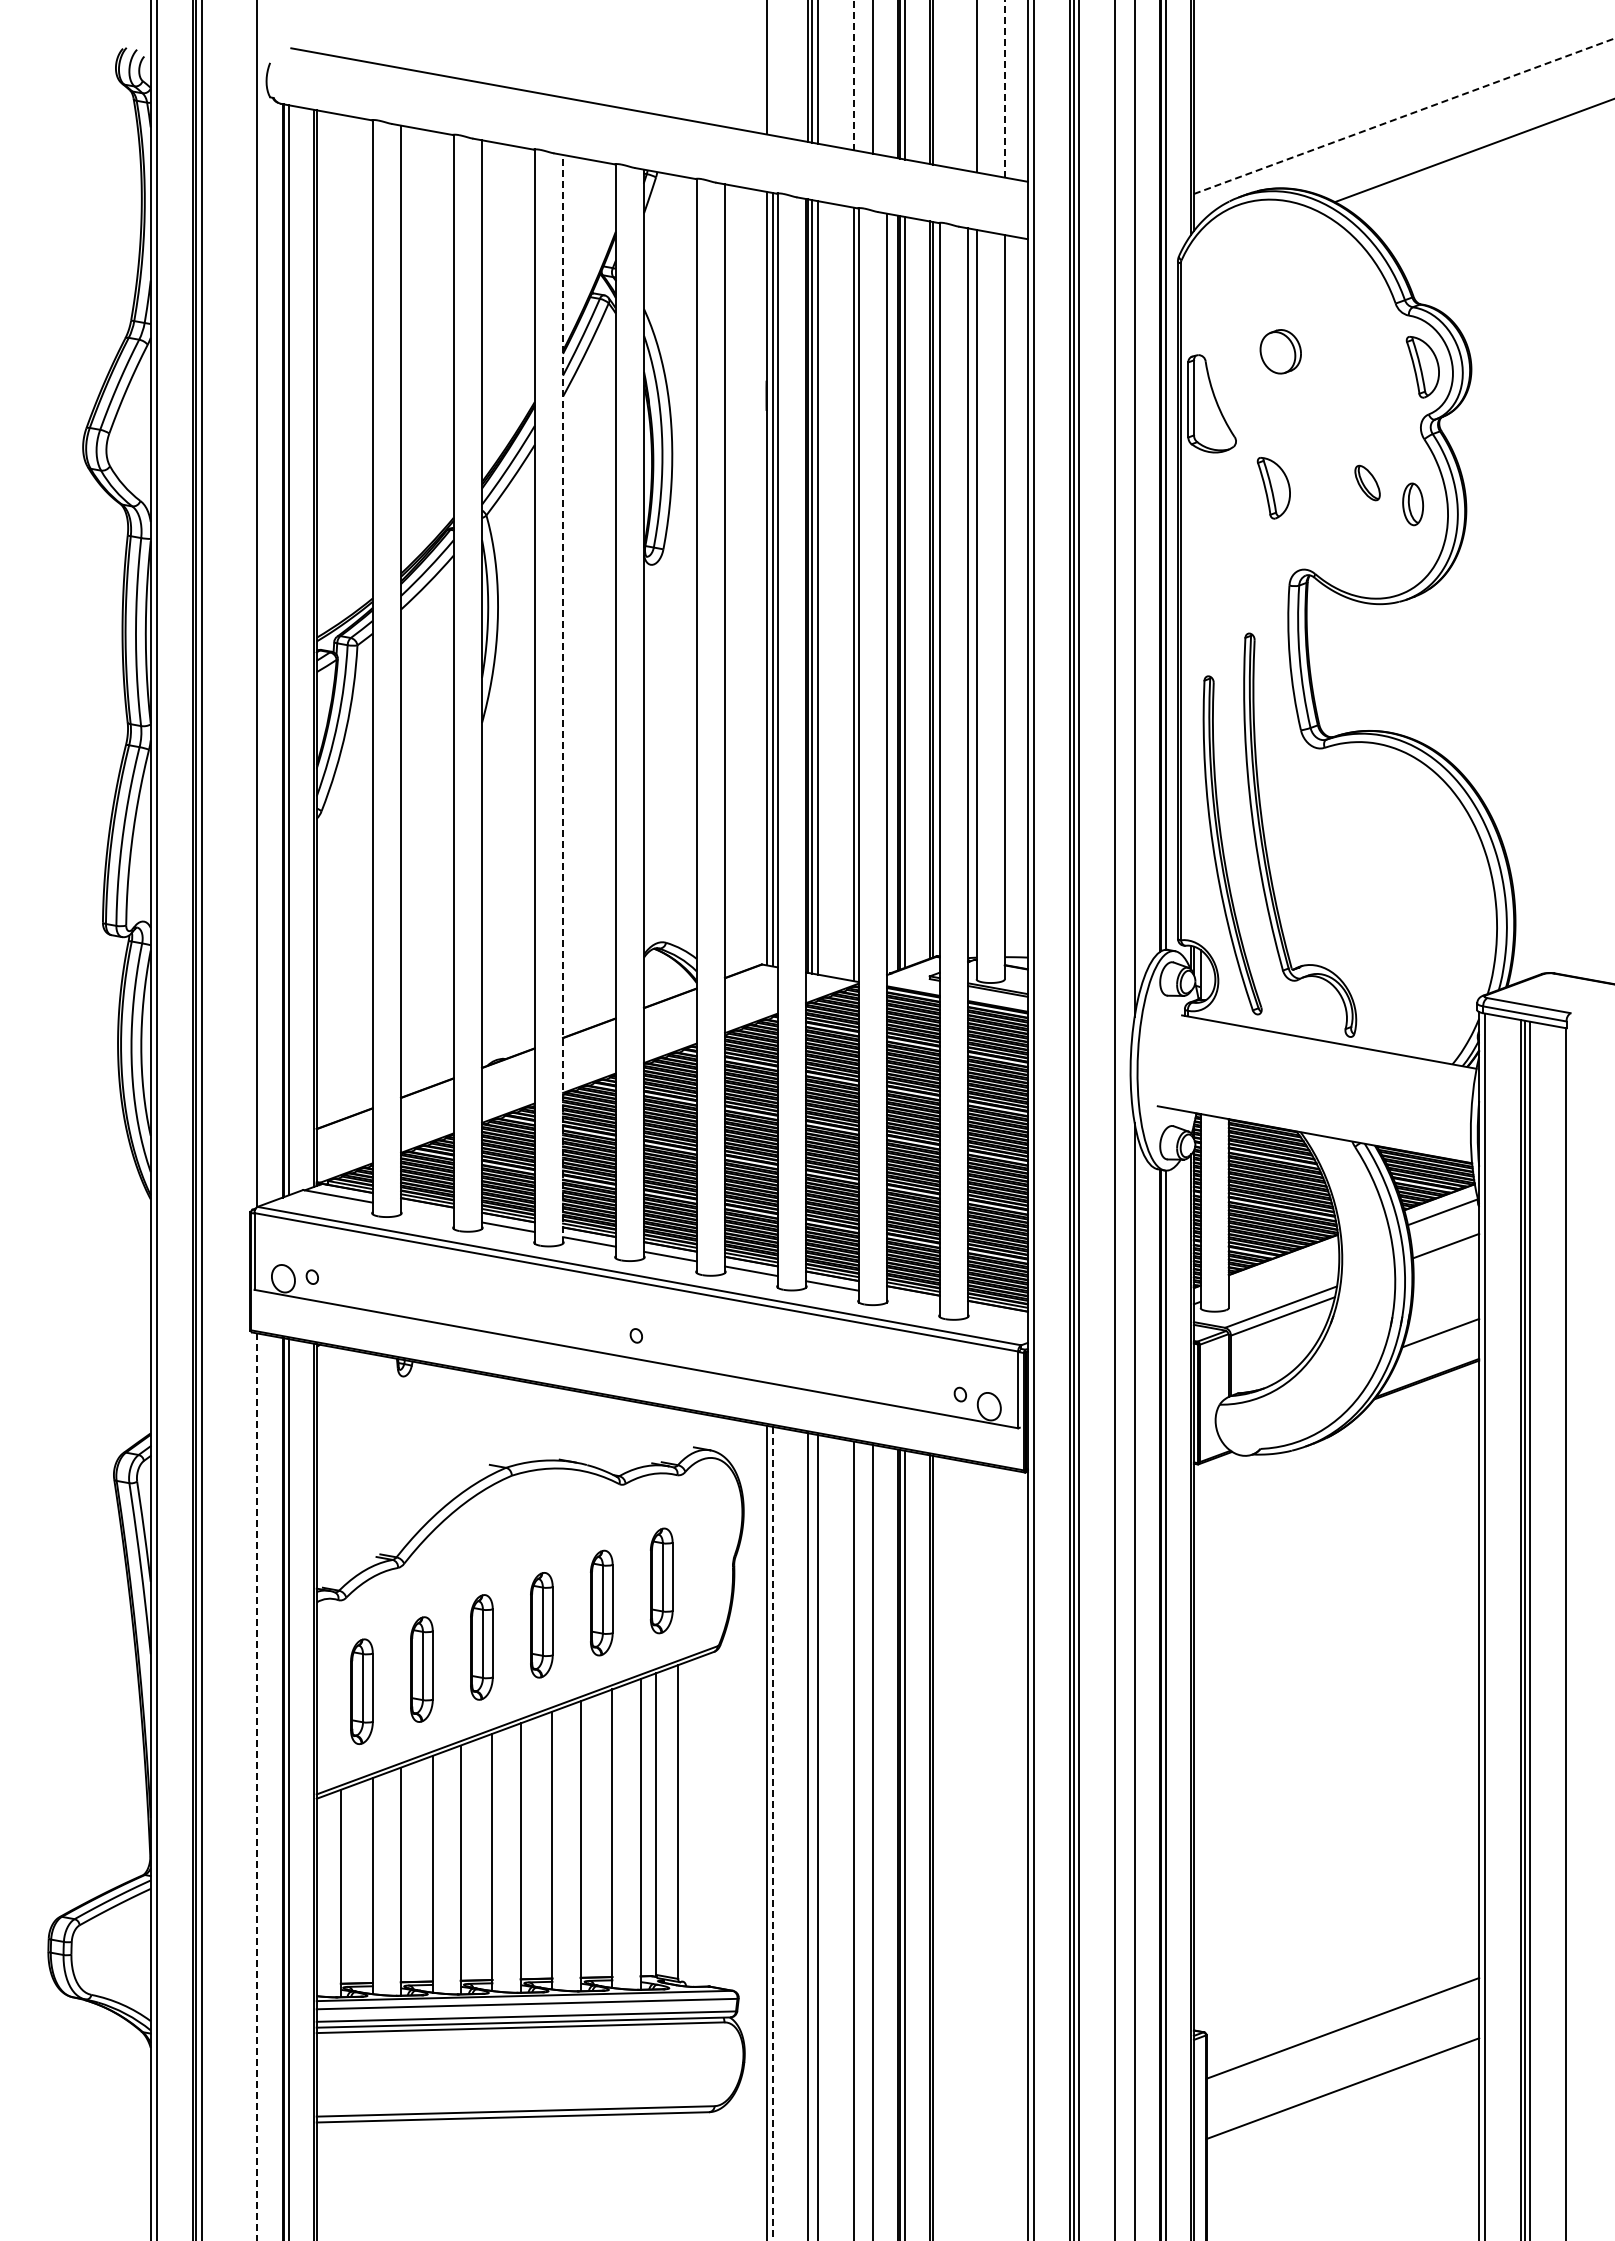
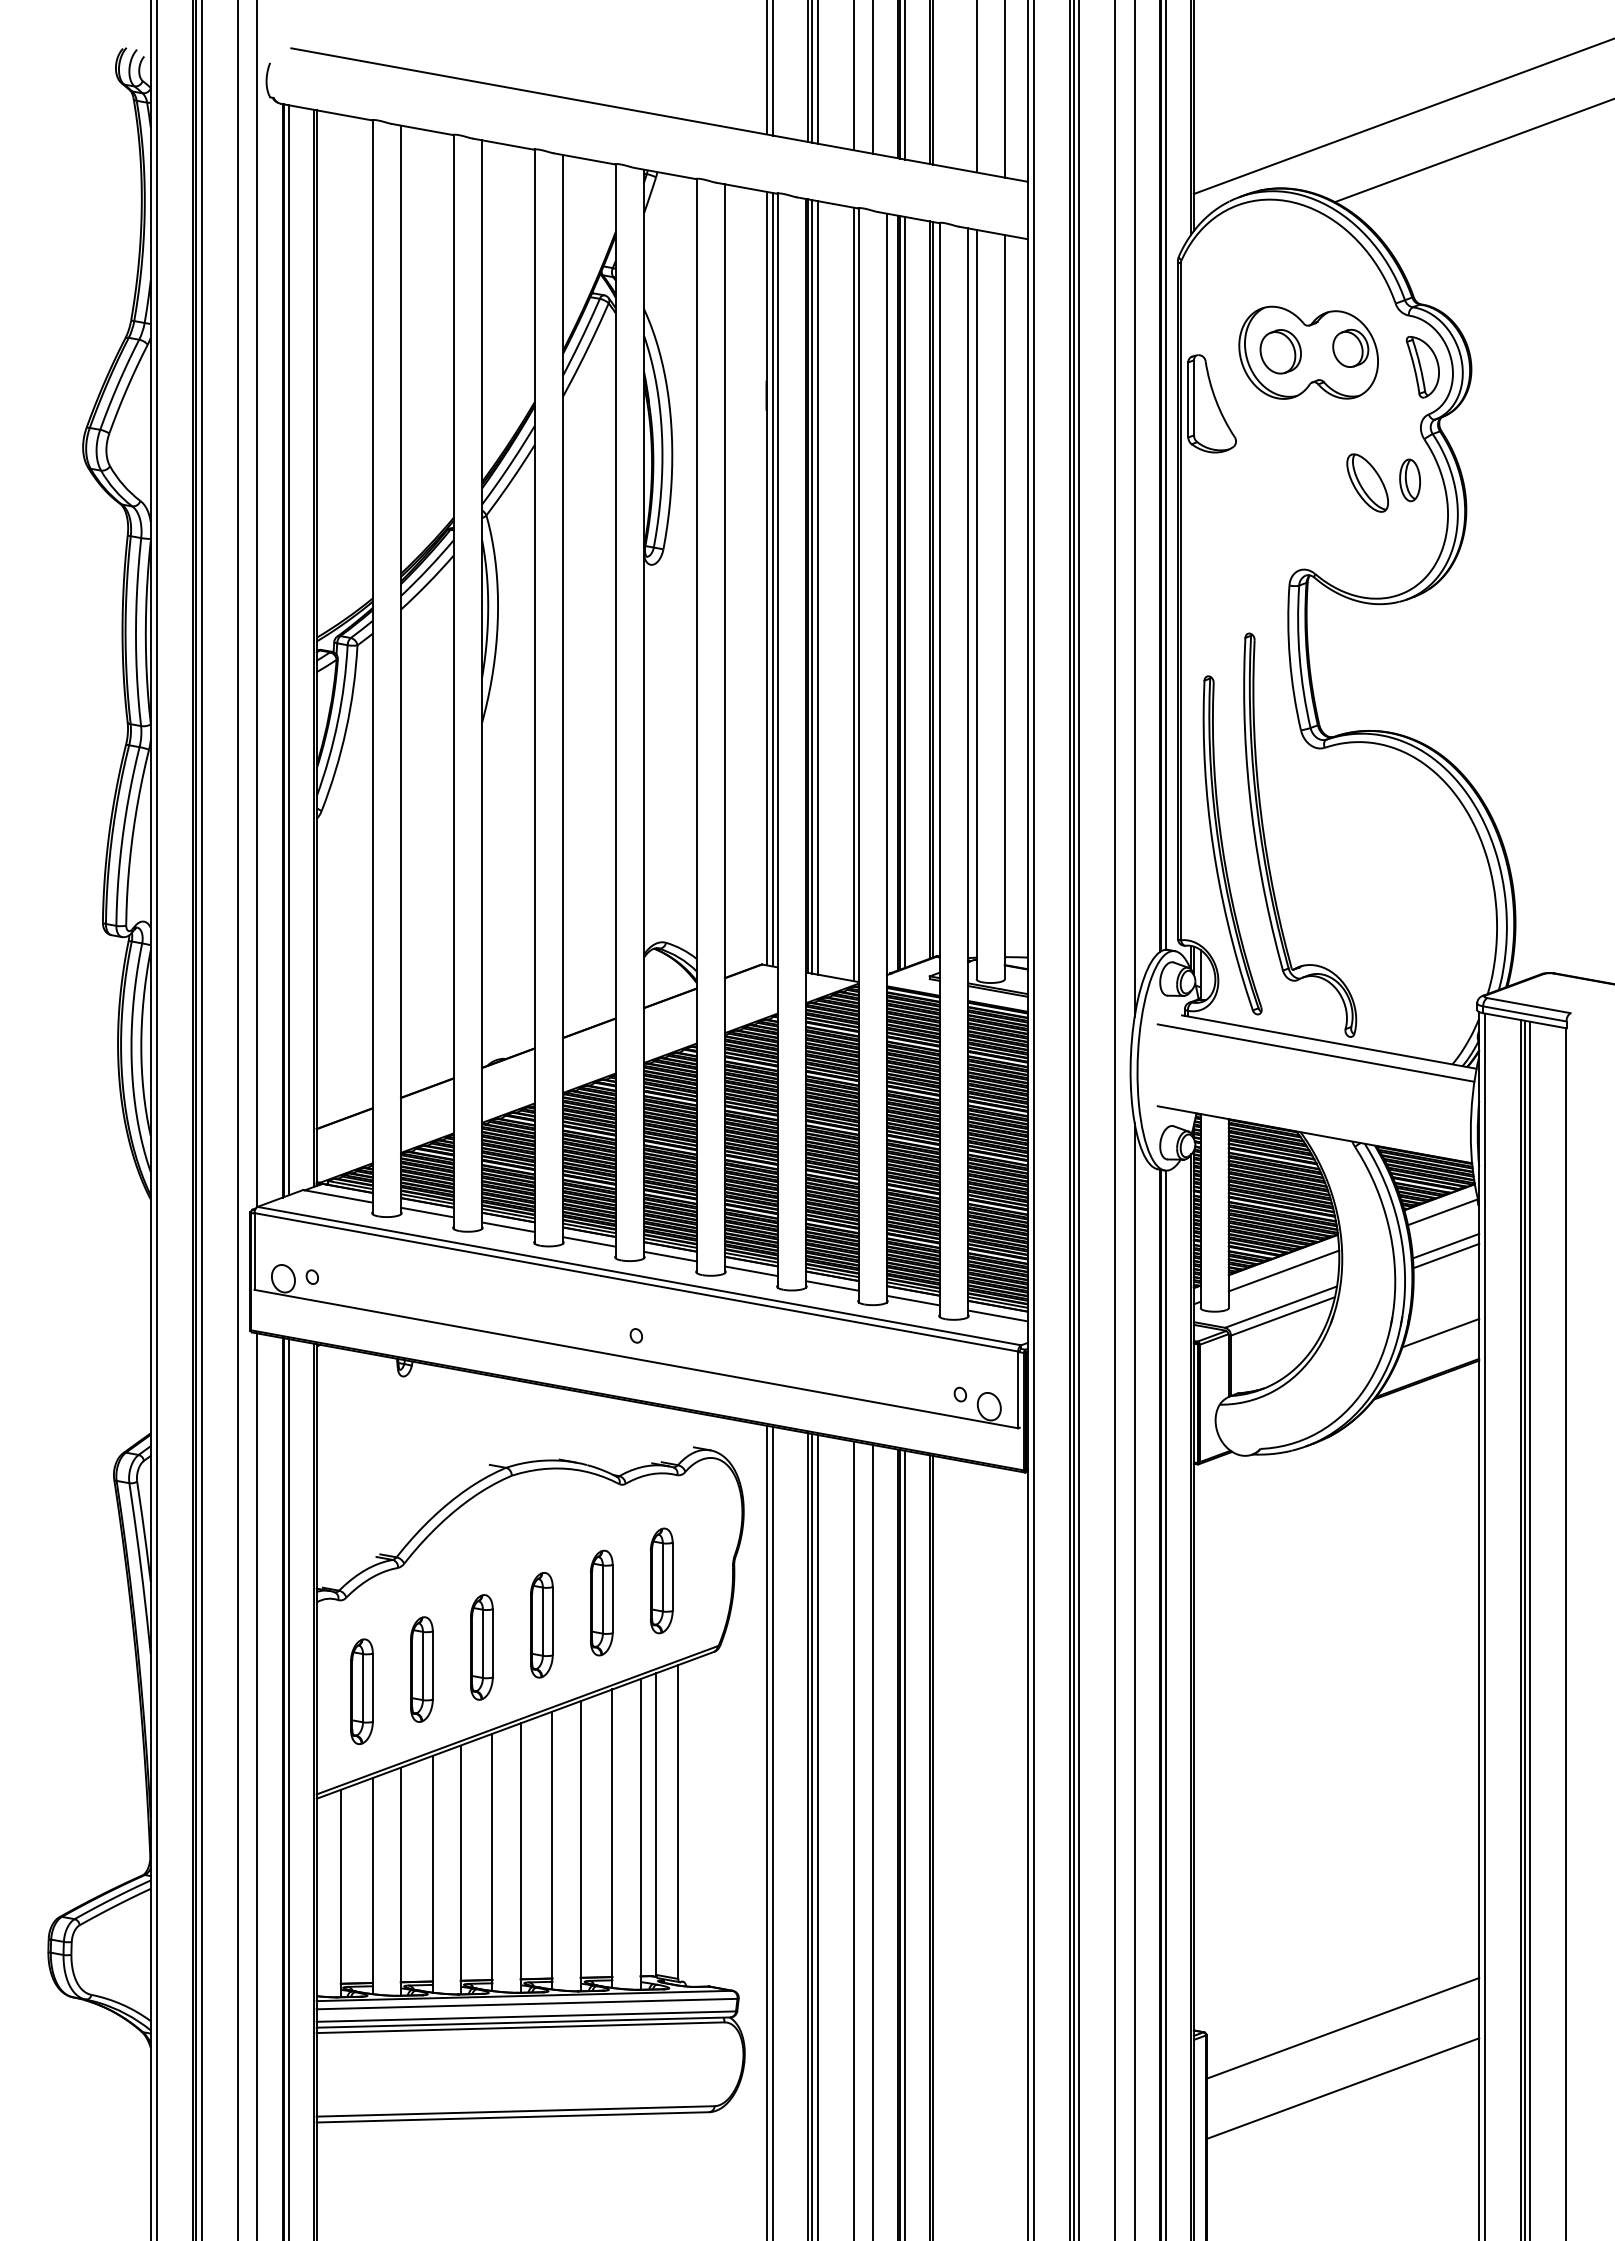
line at (772, 68): none -> present
line at (853, 75): dashed -> solid
line at (1004, 88): dashed -> solid
line at (1403, 116): dashed -> solid
part at (1308, 352): none -> present
part at (1367, 482) size: 27x38 px -> 43x60 px
part at (1273, 488): present -> none
part at (1412, 504) position: (1412, 504) -> (1409, 480)
line at (563, 698): dashed -> solid
line at (1315, 1052): none -> present
line at (237, 1119): none -> present
line at (427, 1212): none -> present
line at (1446, 1255): none -> present
line at (1283, 1270): none -> present
line at (913, 1300): none -> present
line at (997, 1315): none -> present
line at (257, 1787): dashed -> solid
line at (772, 1833): dashed -> solid
line at (812, 1835): none -> present
